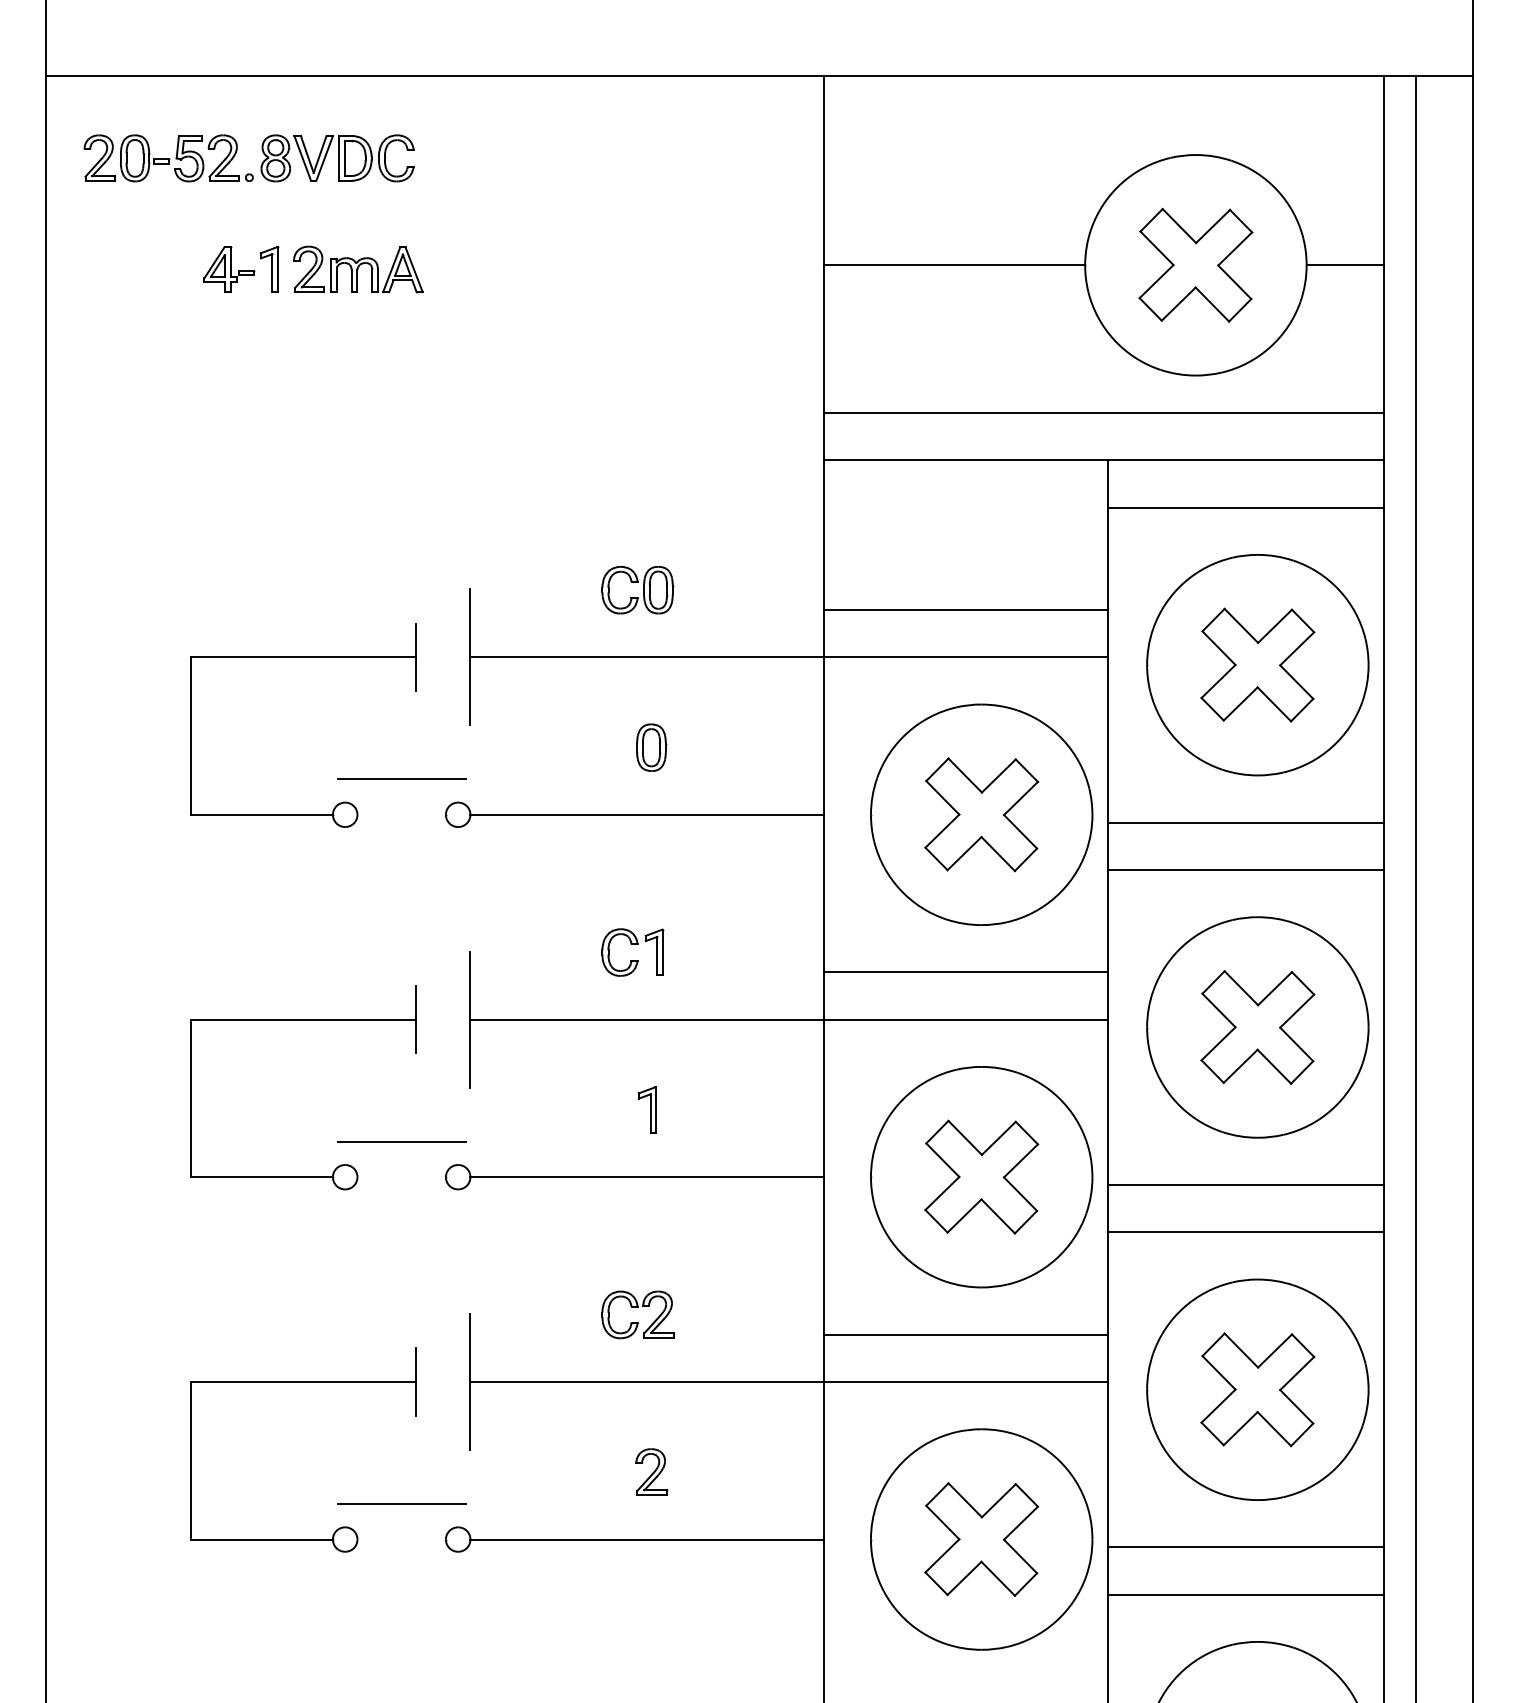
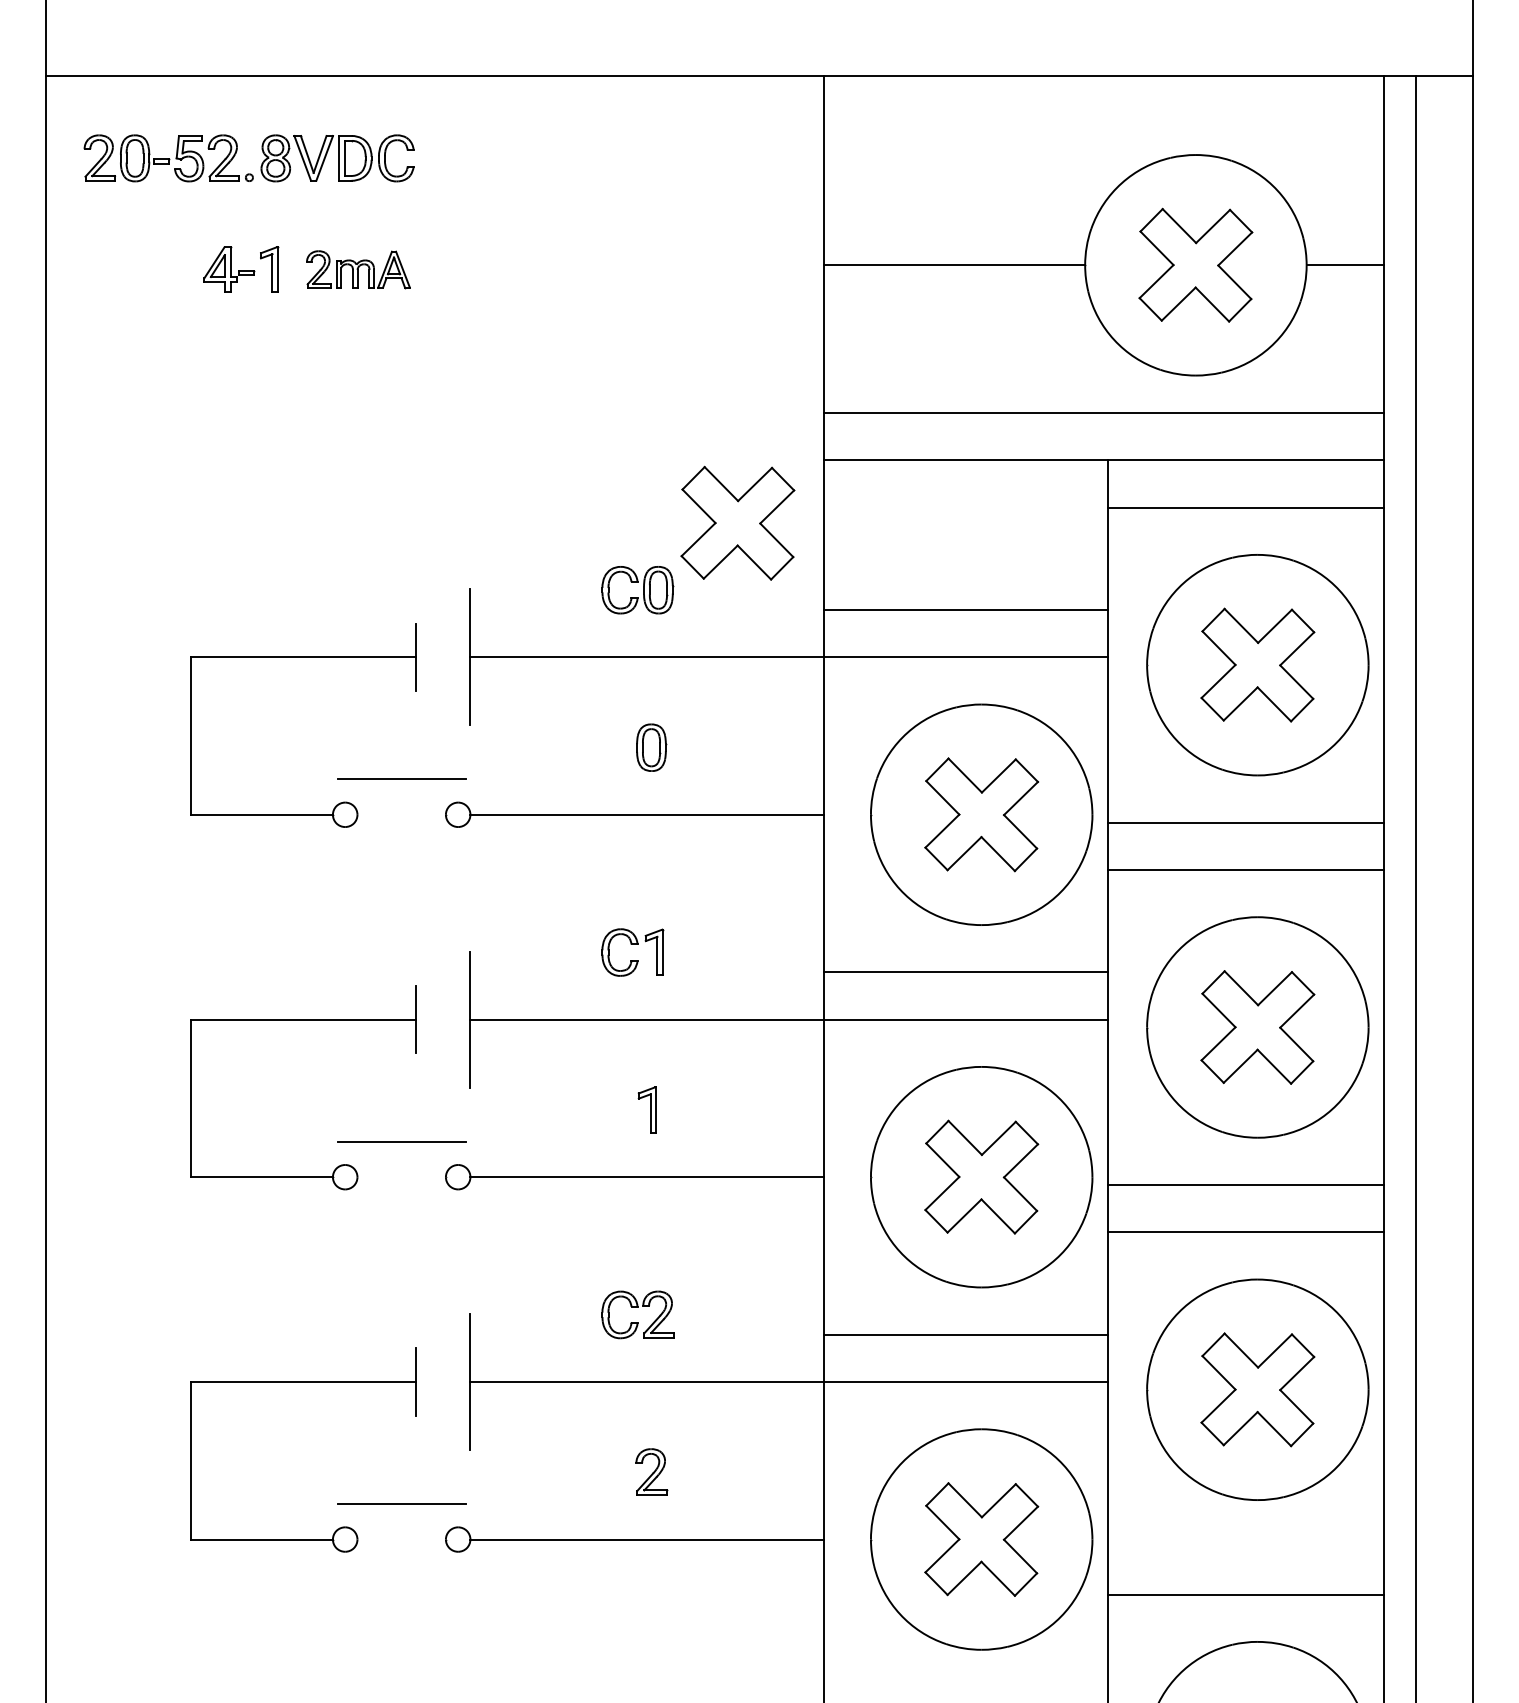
part at (358, 269) size: 131x49 px -> 105x40 px
part at (737, 522): none -> present
line at (1245, 1547): present -> none
